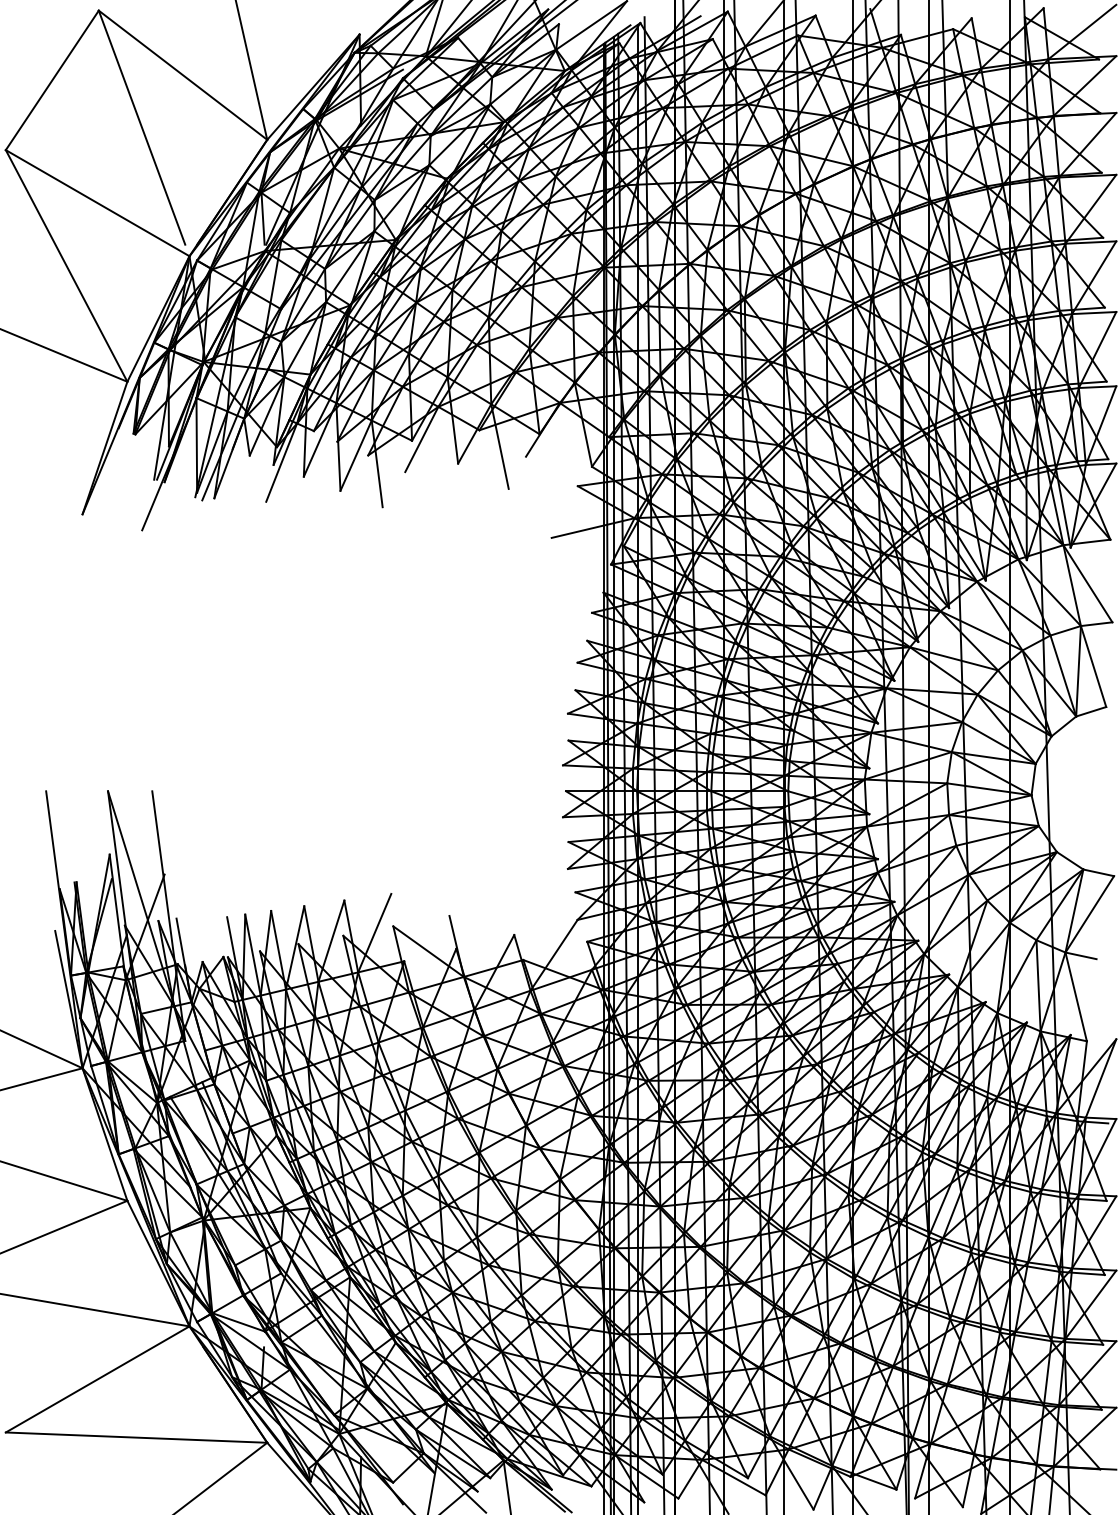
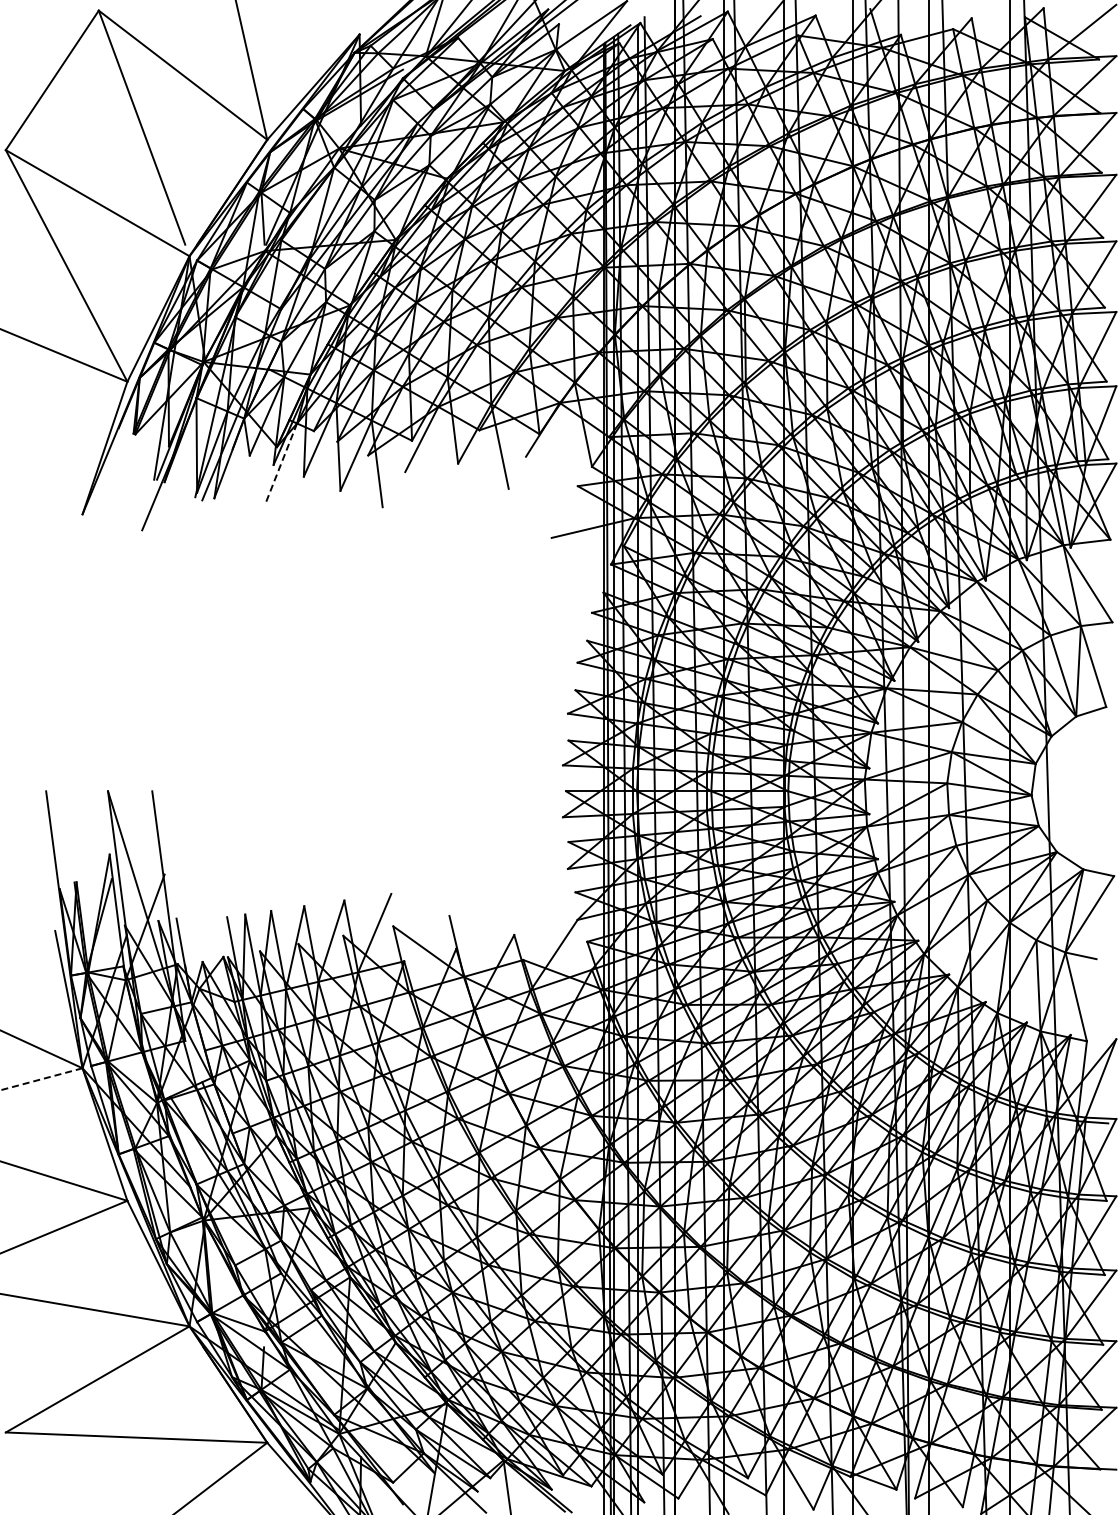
line at (281, 463): solid -> dashed
line at (41, 1079): solid -> dashed
